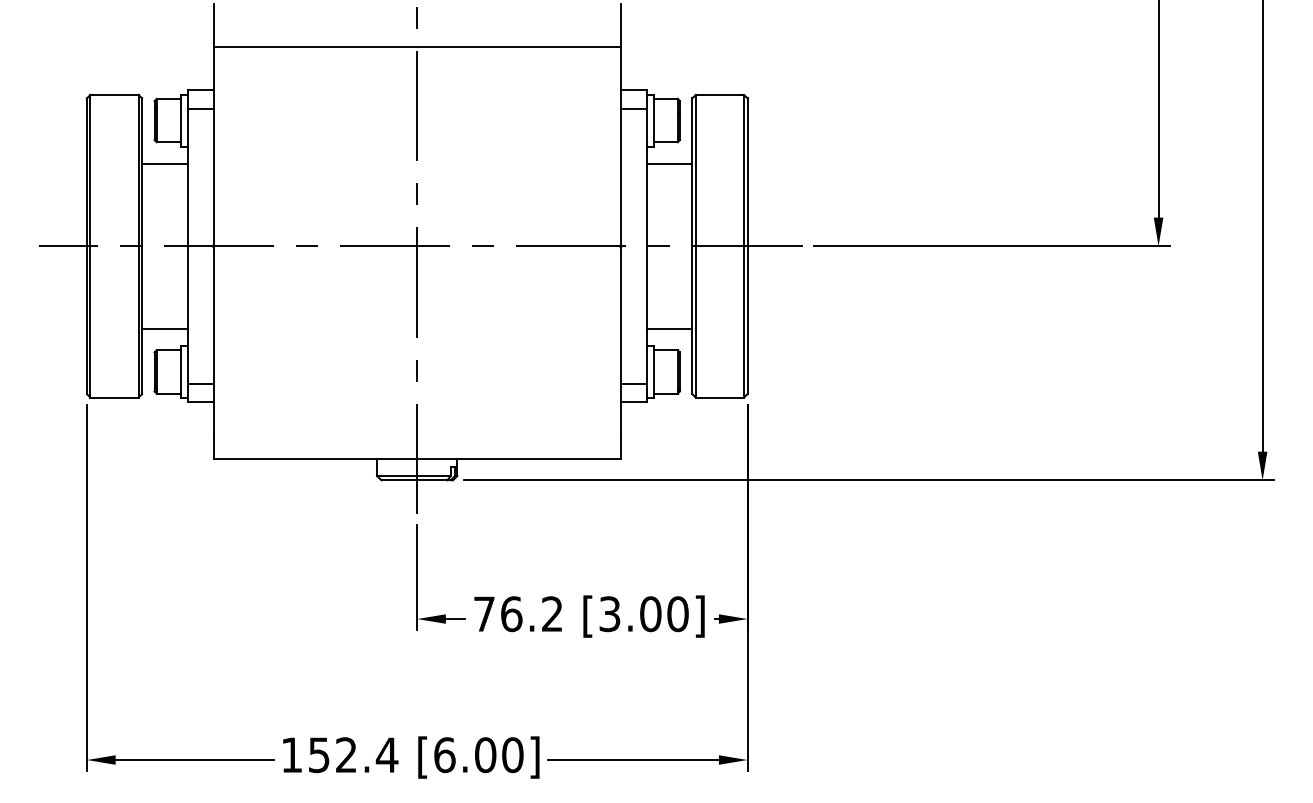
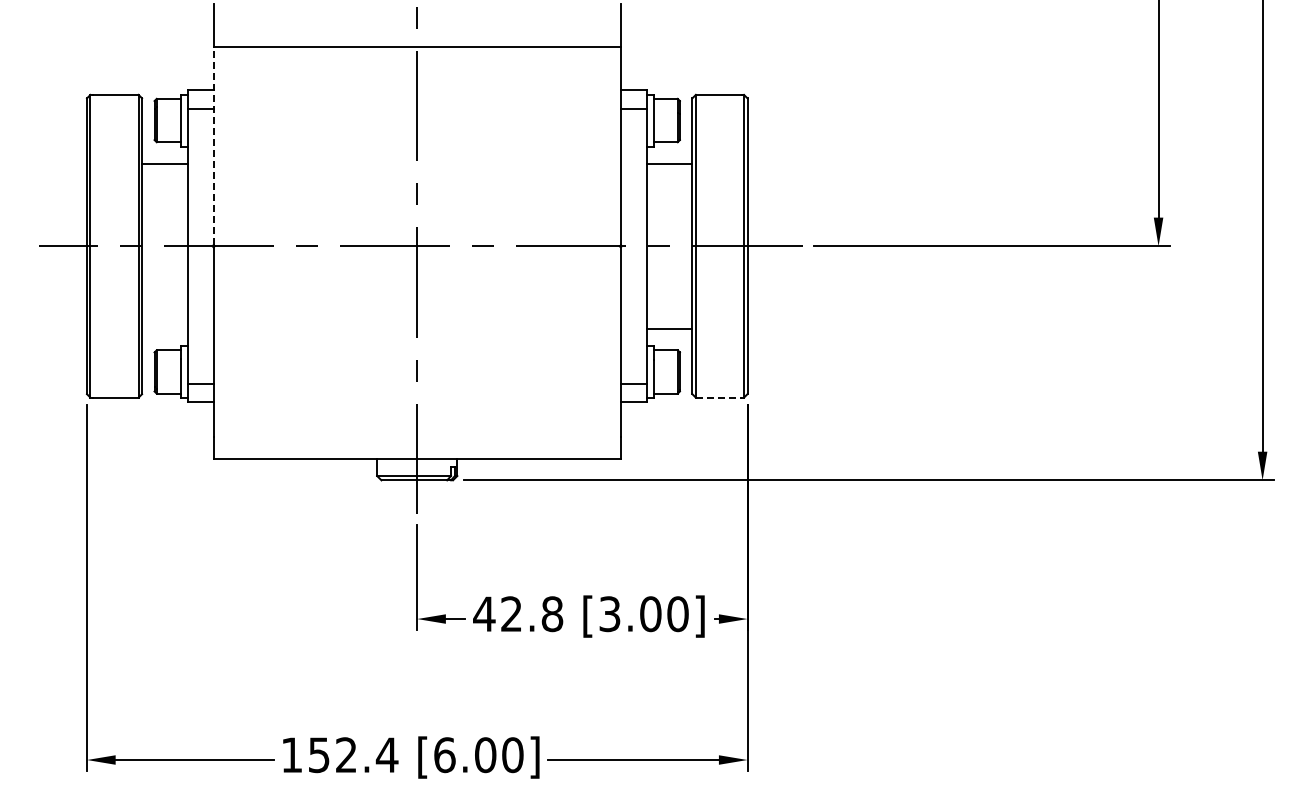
line at (213, 145): solid -> dashed
line at (164, 328): present -> none
line at (719, 397): solid -> dashed
text at (518, 614): 76.2 -> 42.8
